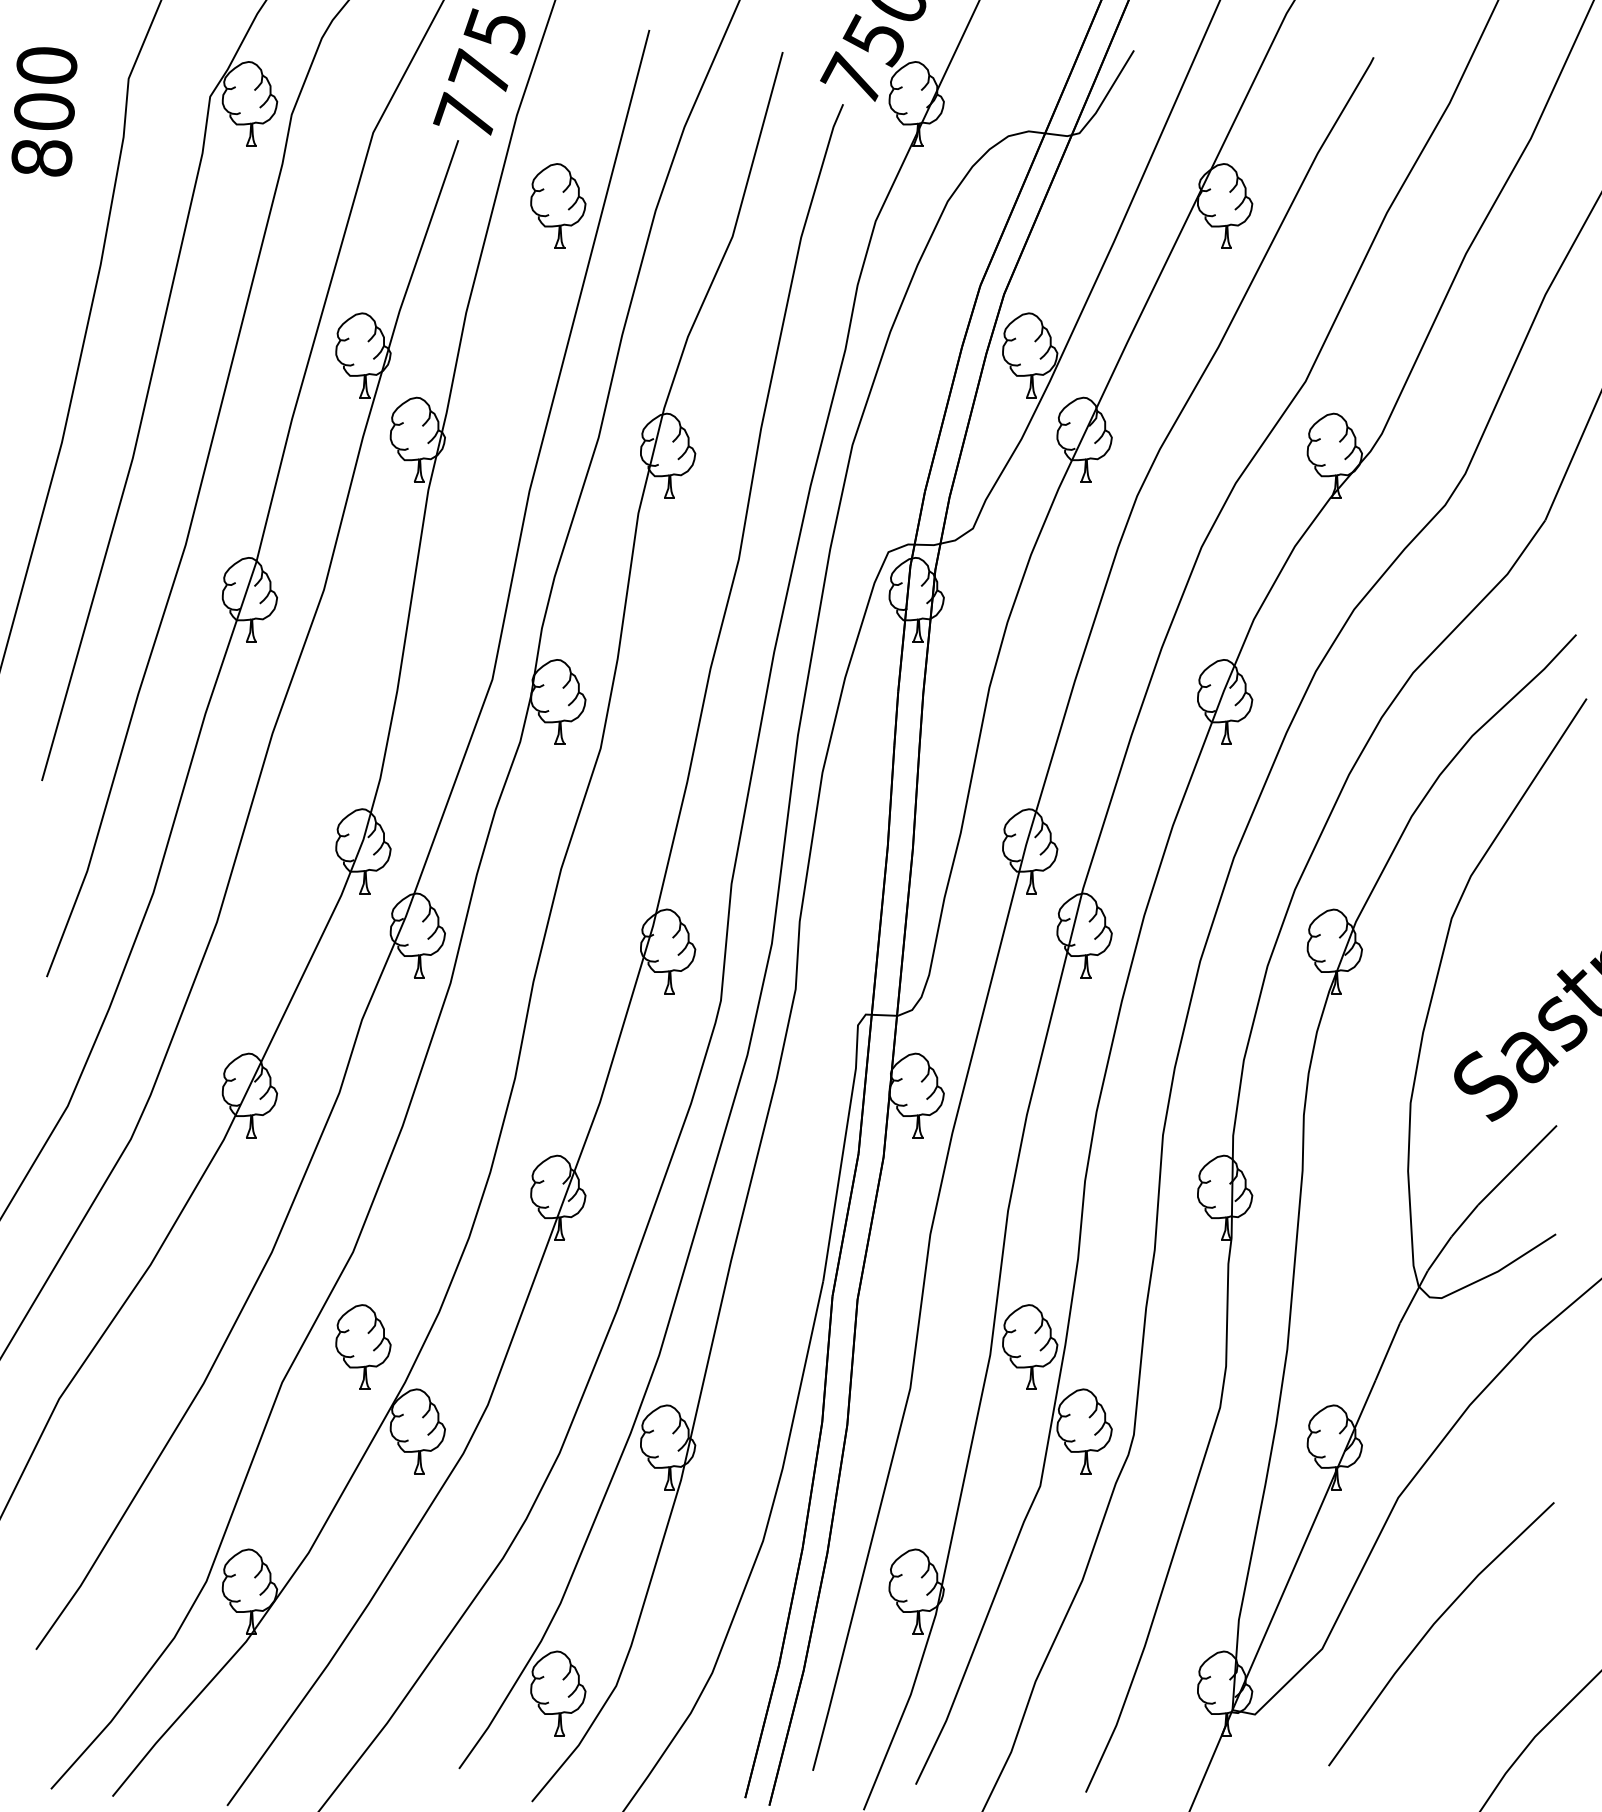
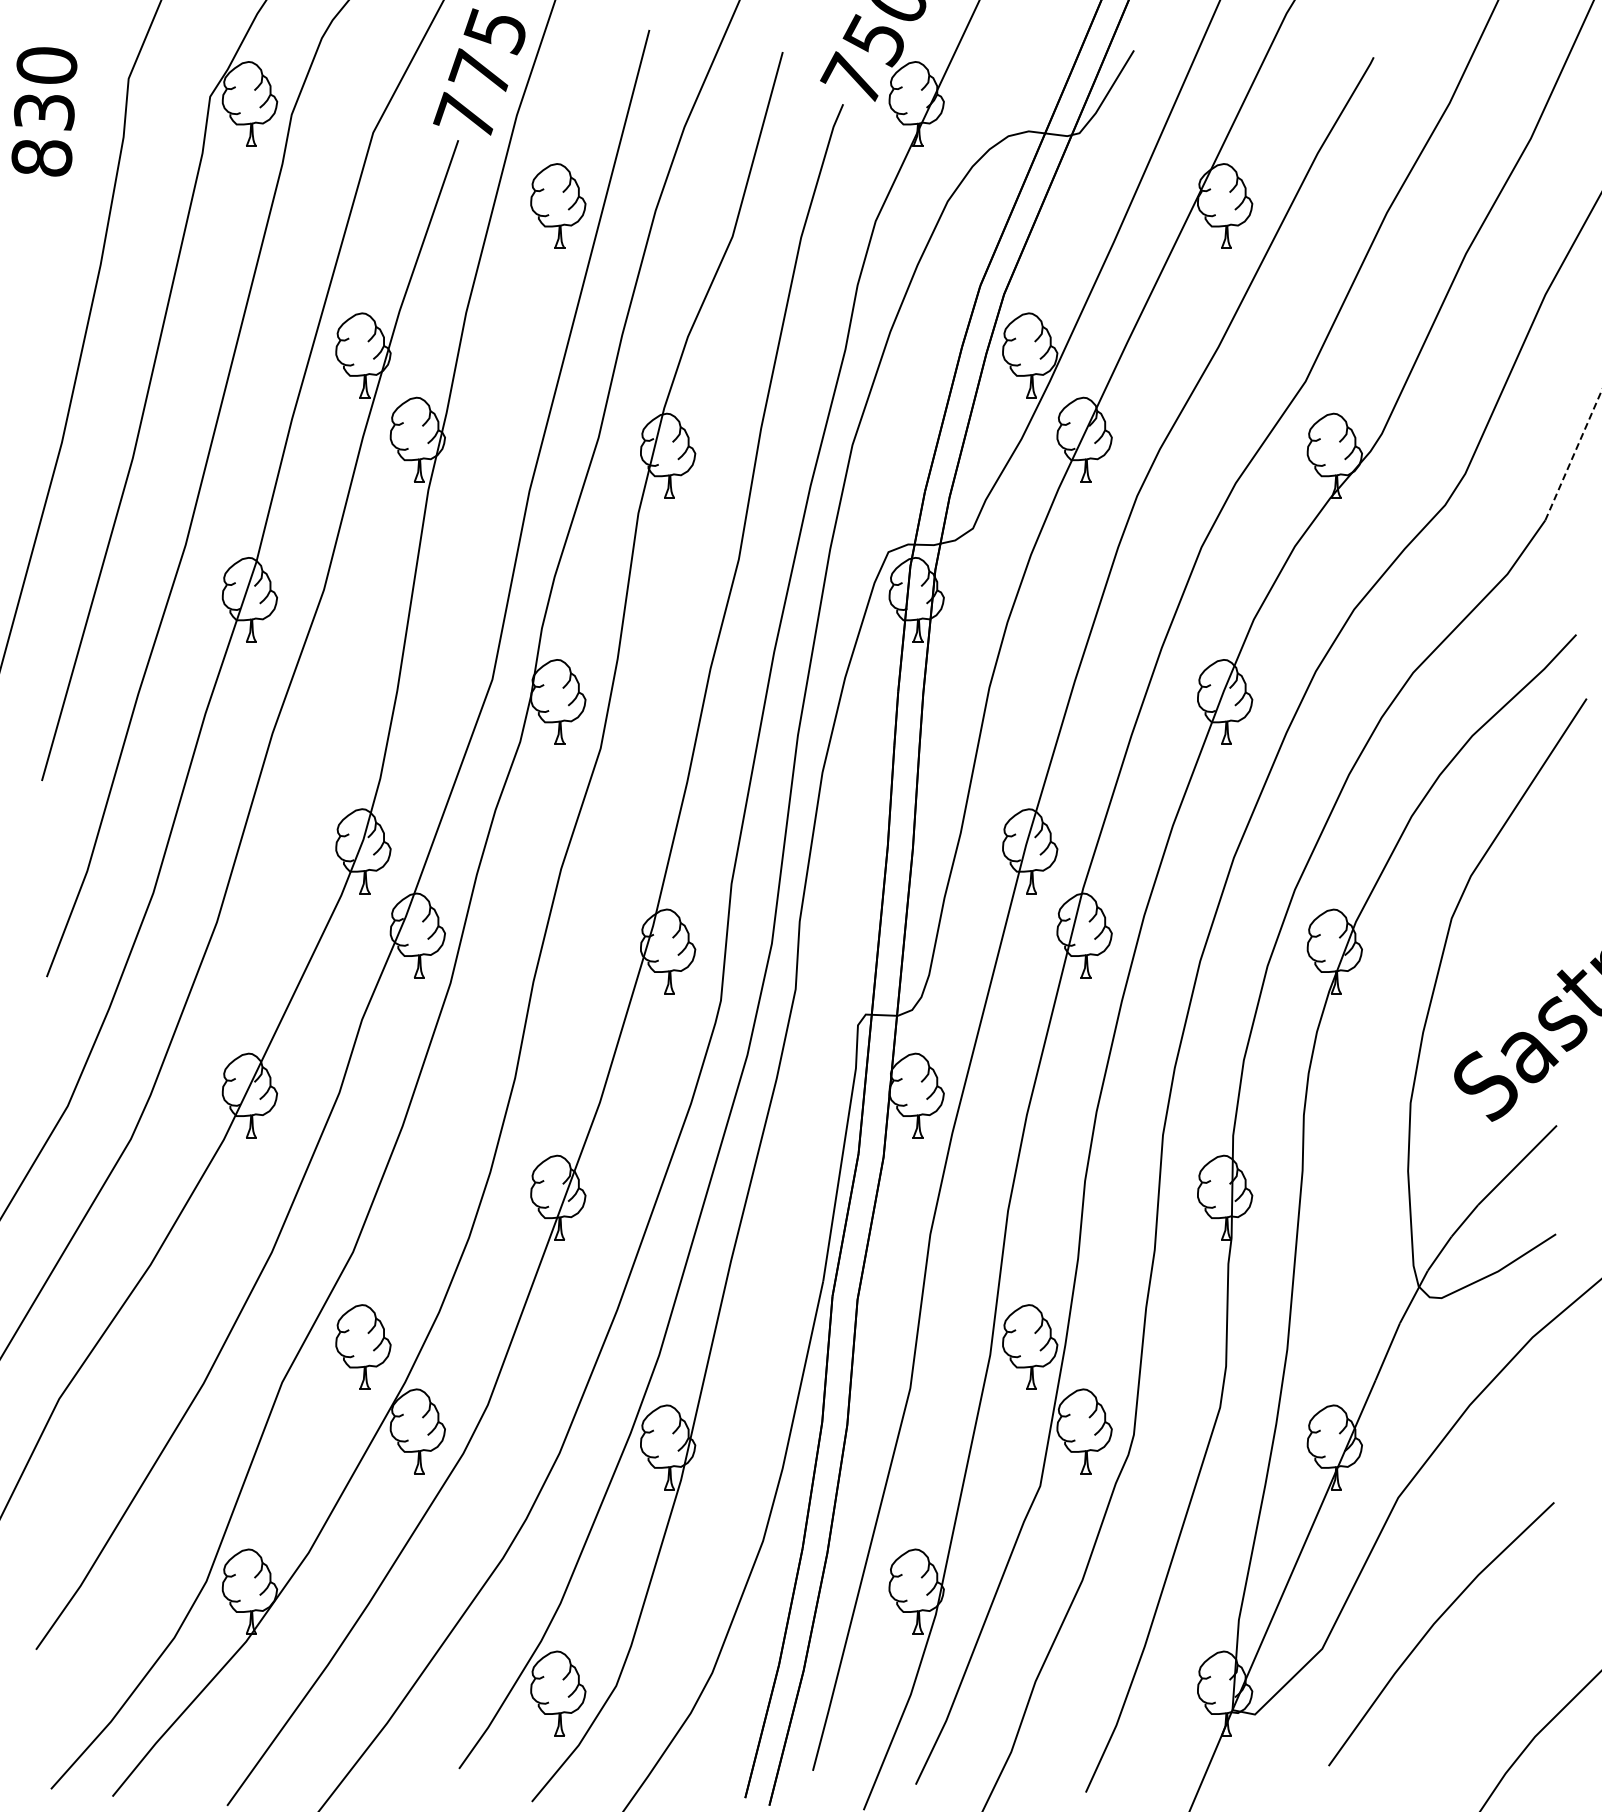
text at (44, 111): 800 -> 830
line at (1573, 455): solid -> dashed
